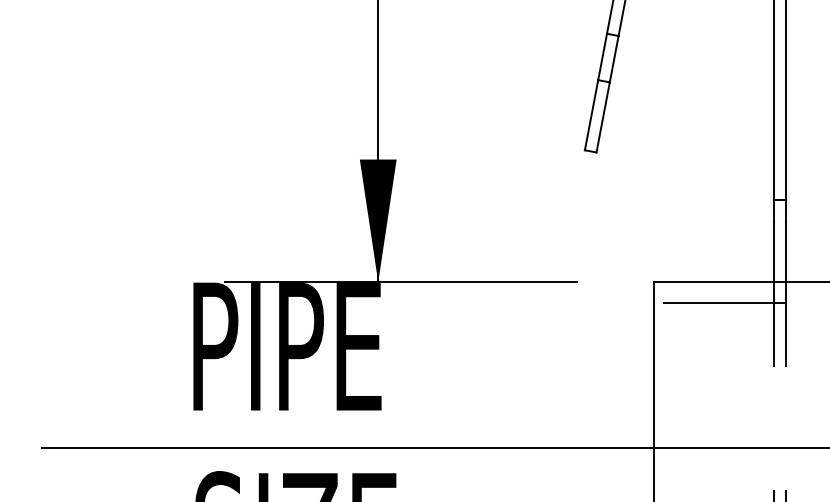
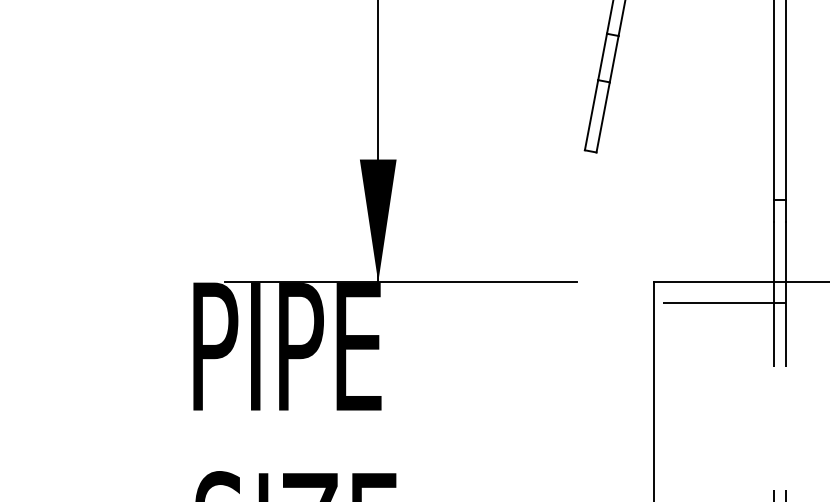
line at (433, 447): present -> none
